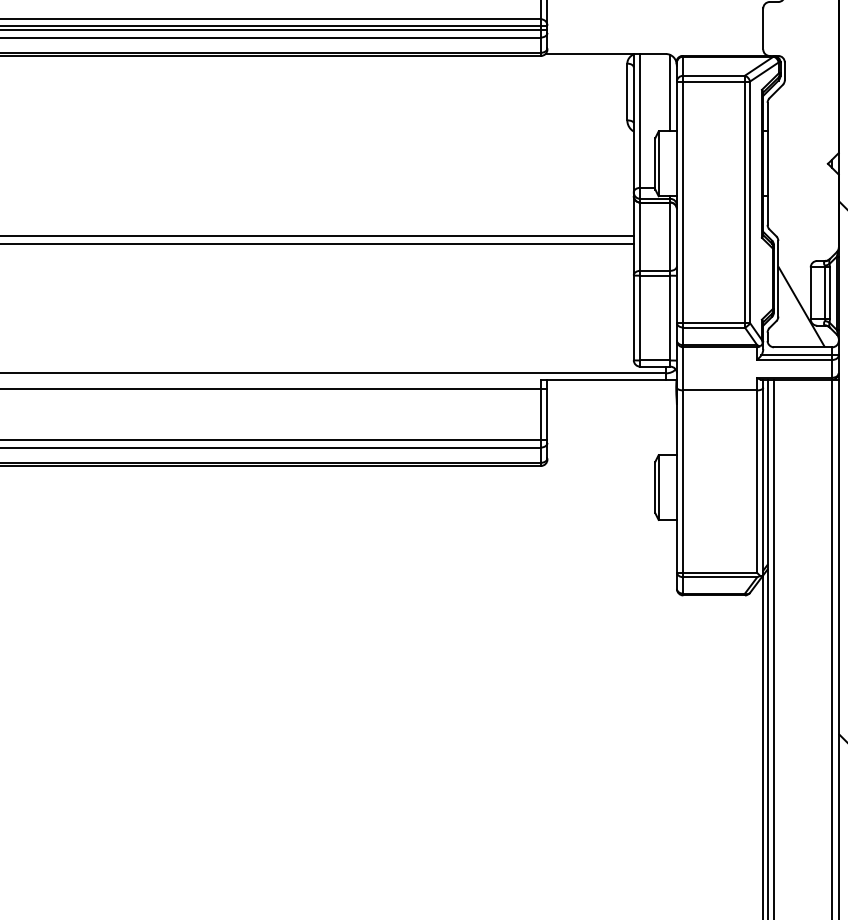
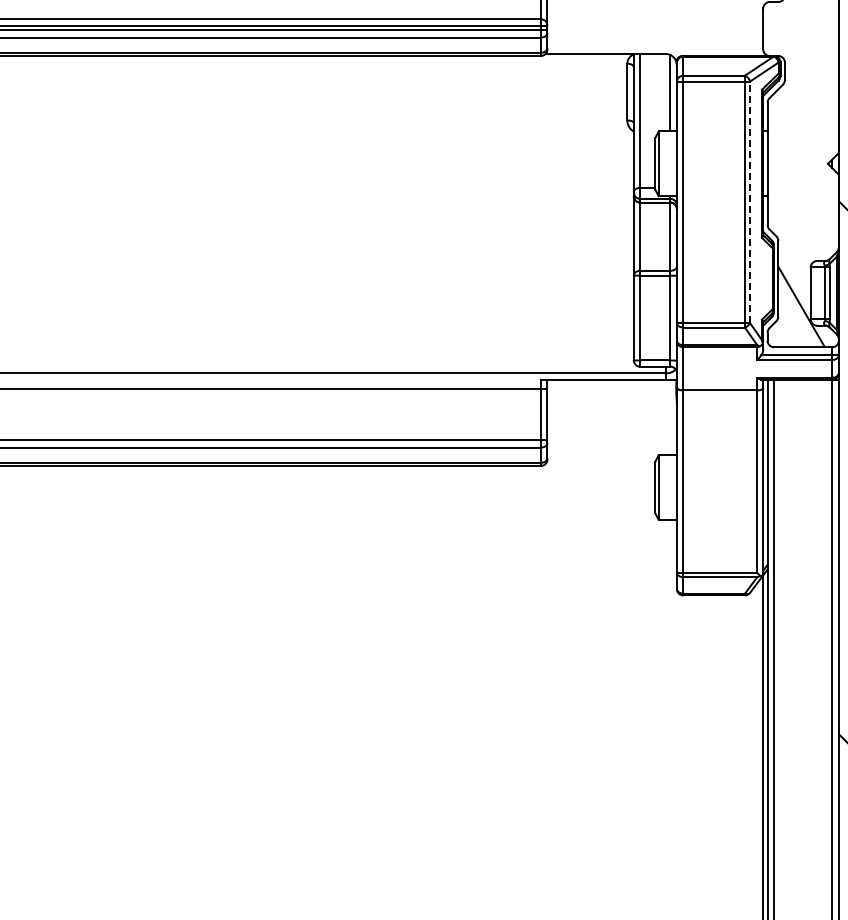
line at (750, 202): solid -> dashed
line at (317, 235): present -> none
line at (317, 244): present -> none
